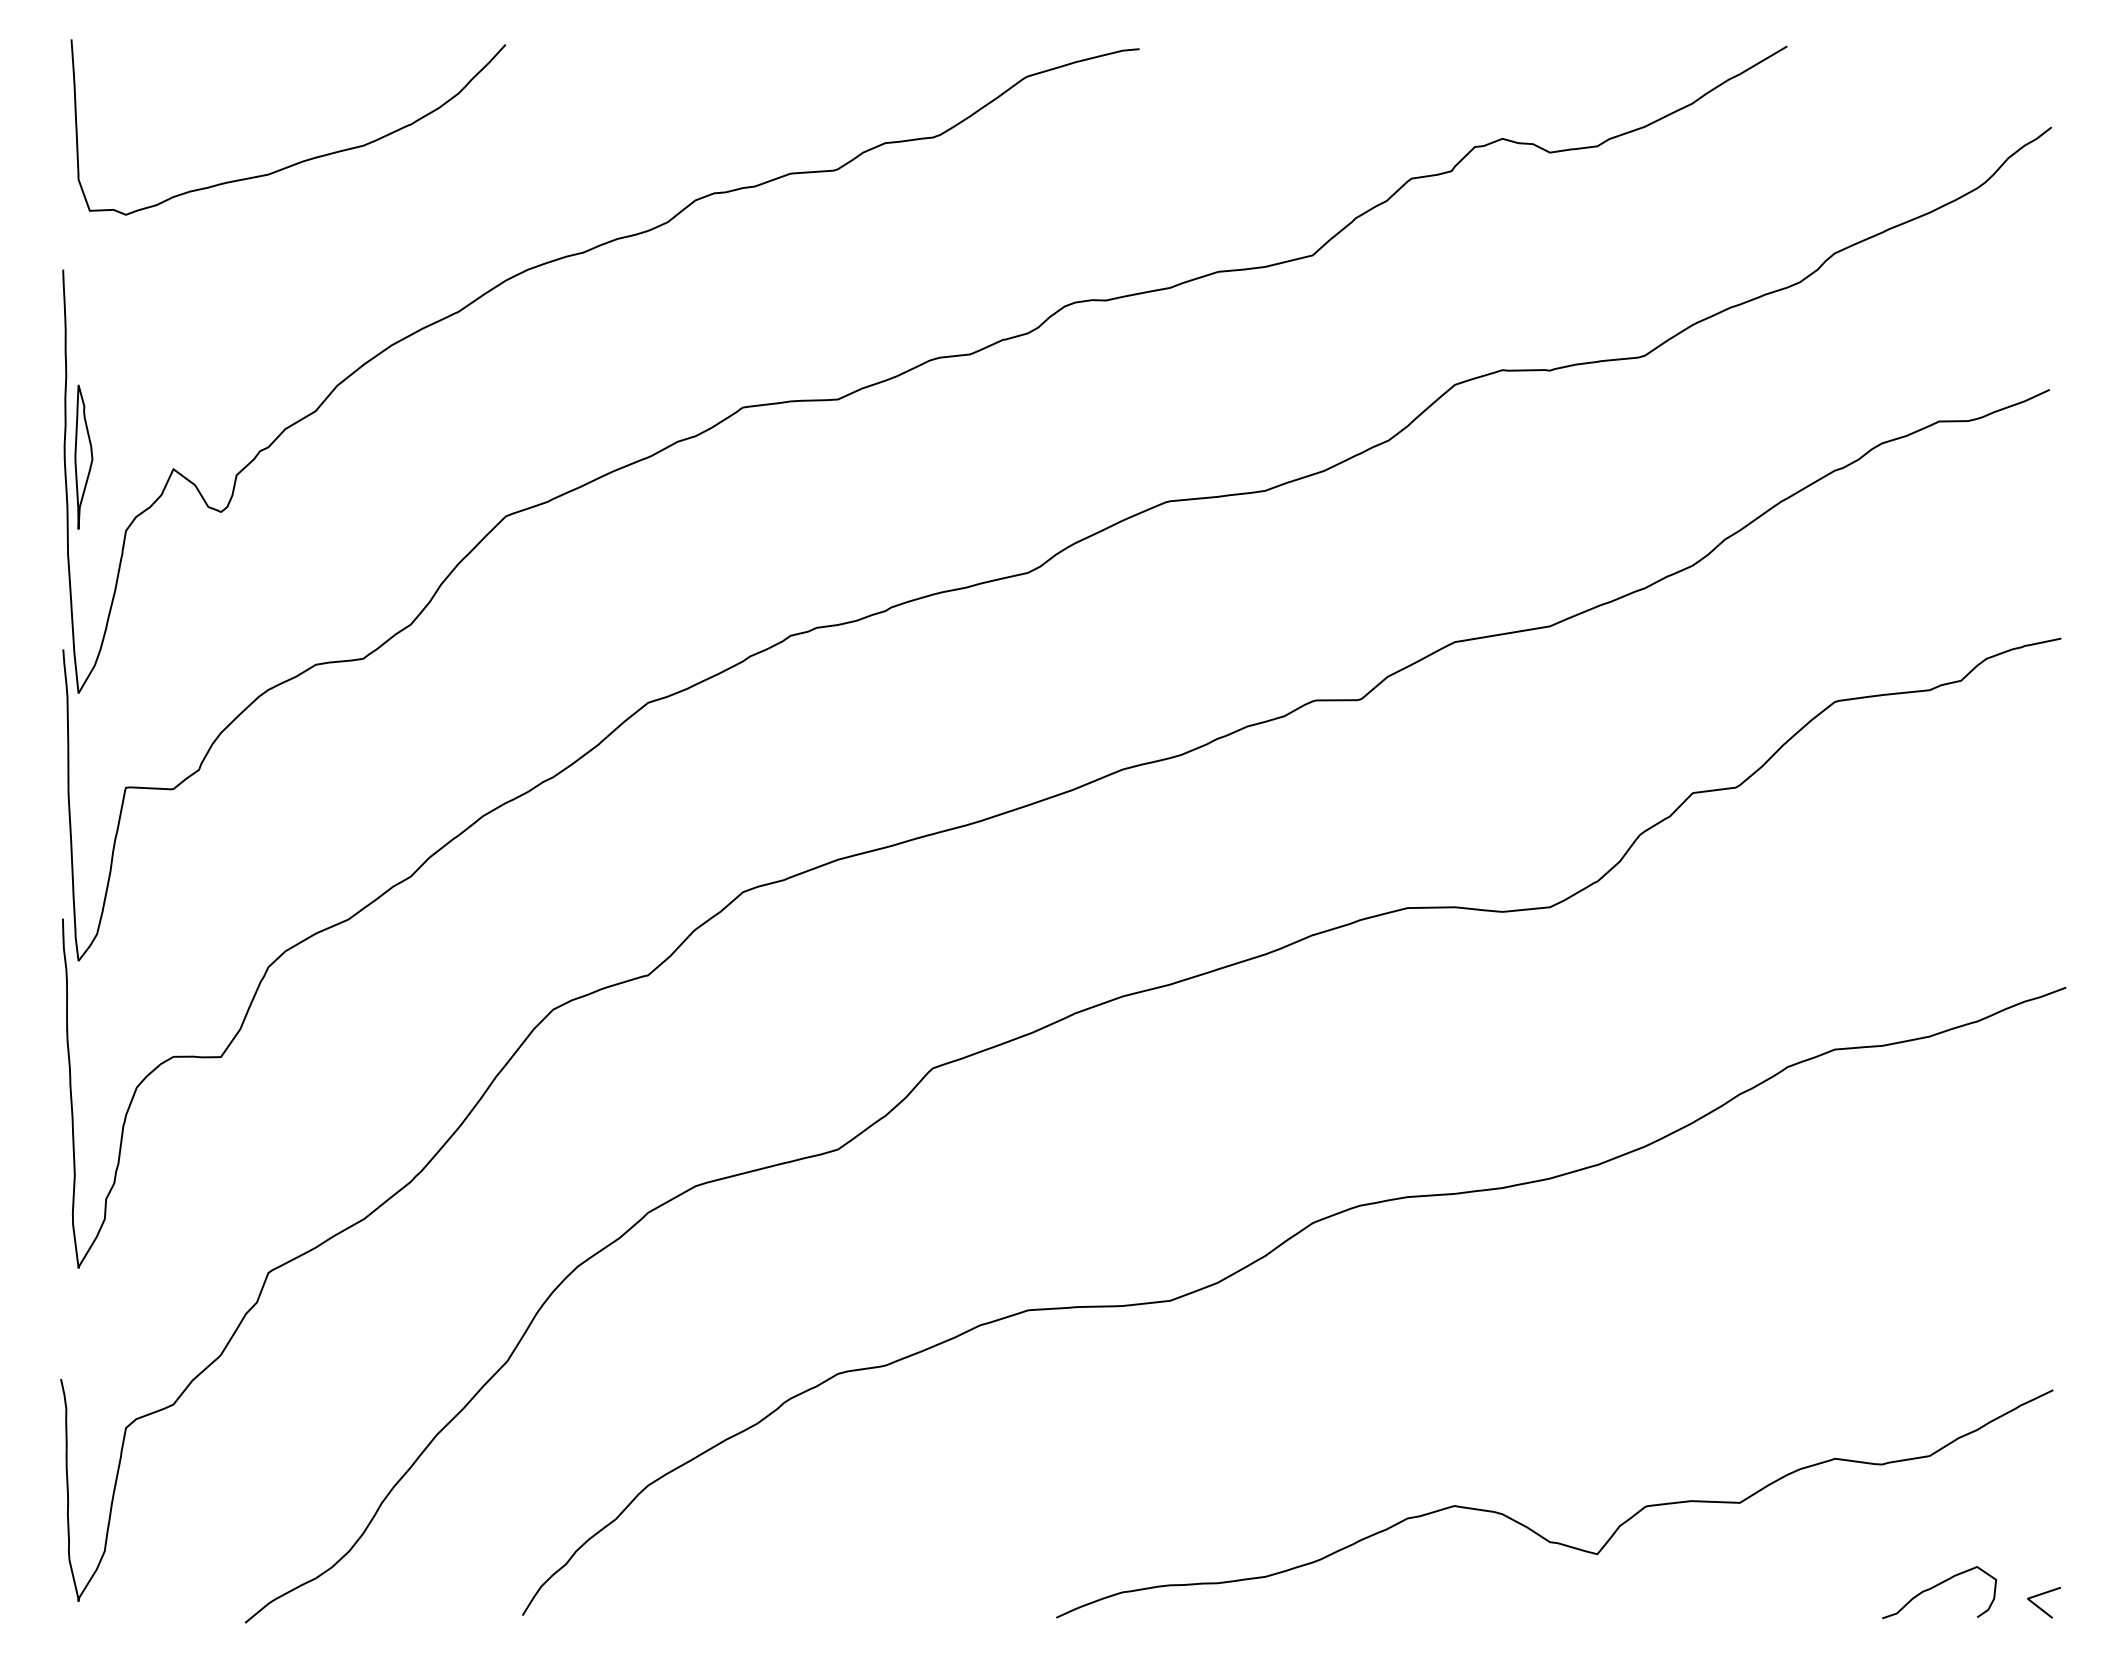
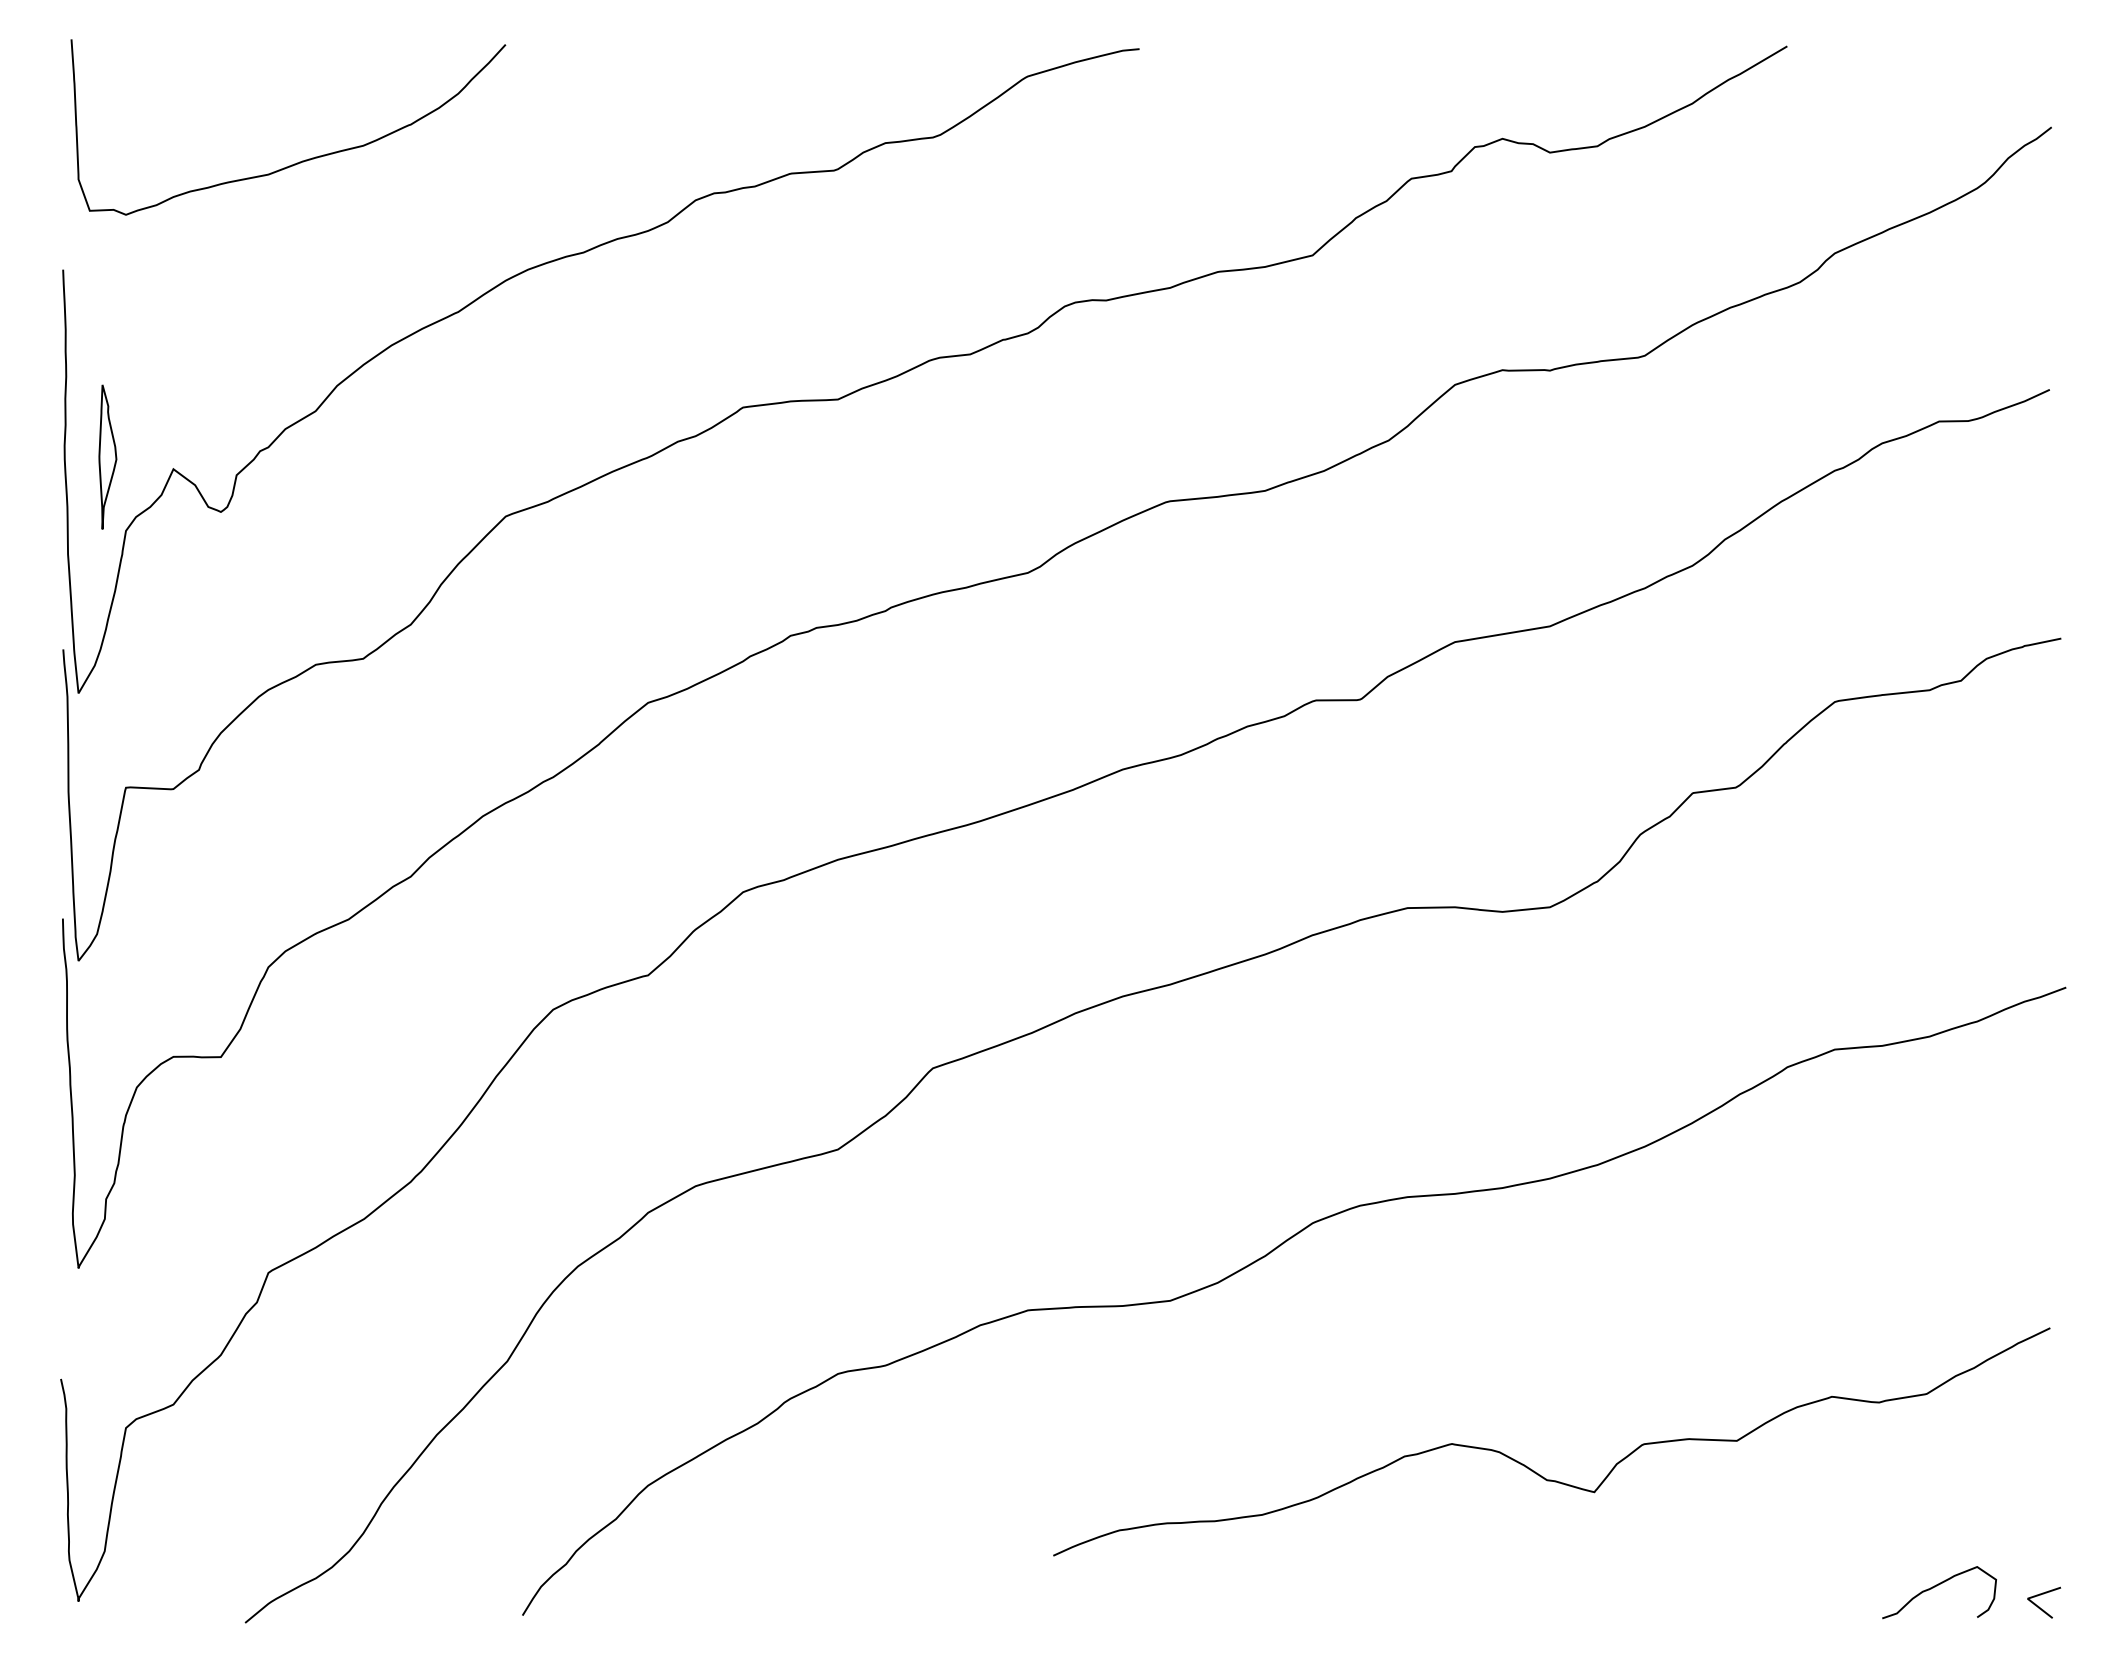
part at (83, 456) position: (83, 456) -> (107, 456)
curve at (1535, 1531) position: (1535, 1531) -> (1532, 1469)
